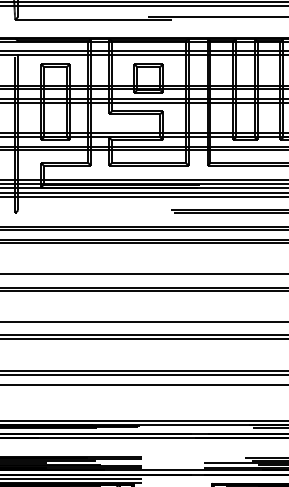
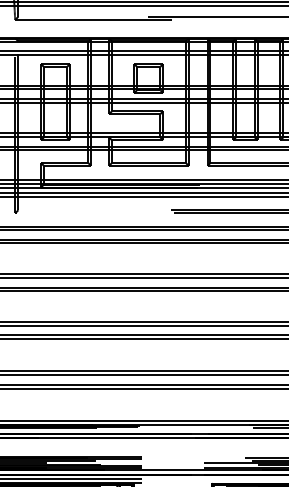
line at (143, 277): none -> present
line at (143, 325): none -> present
line at (143, 388): none -> present
